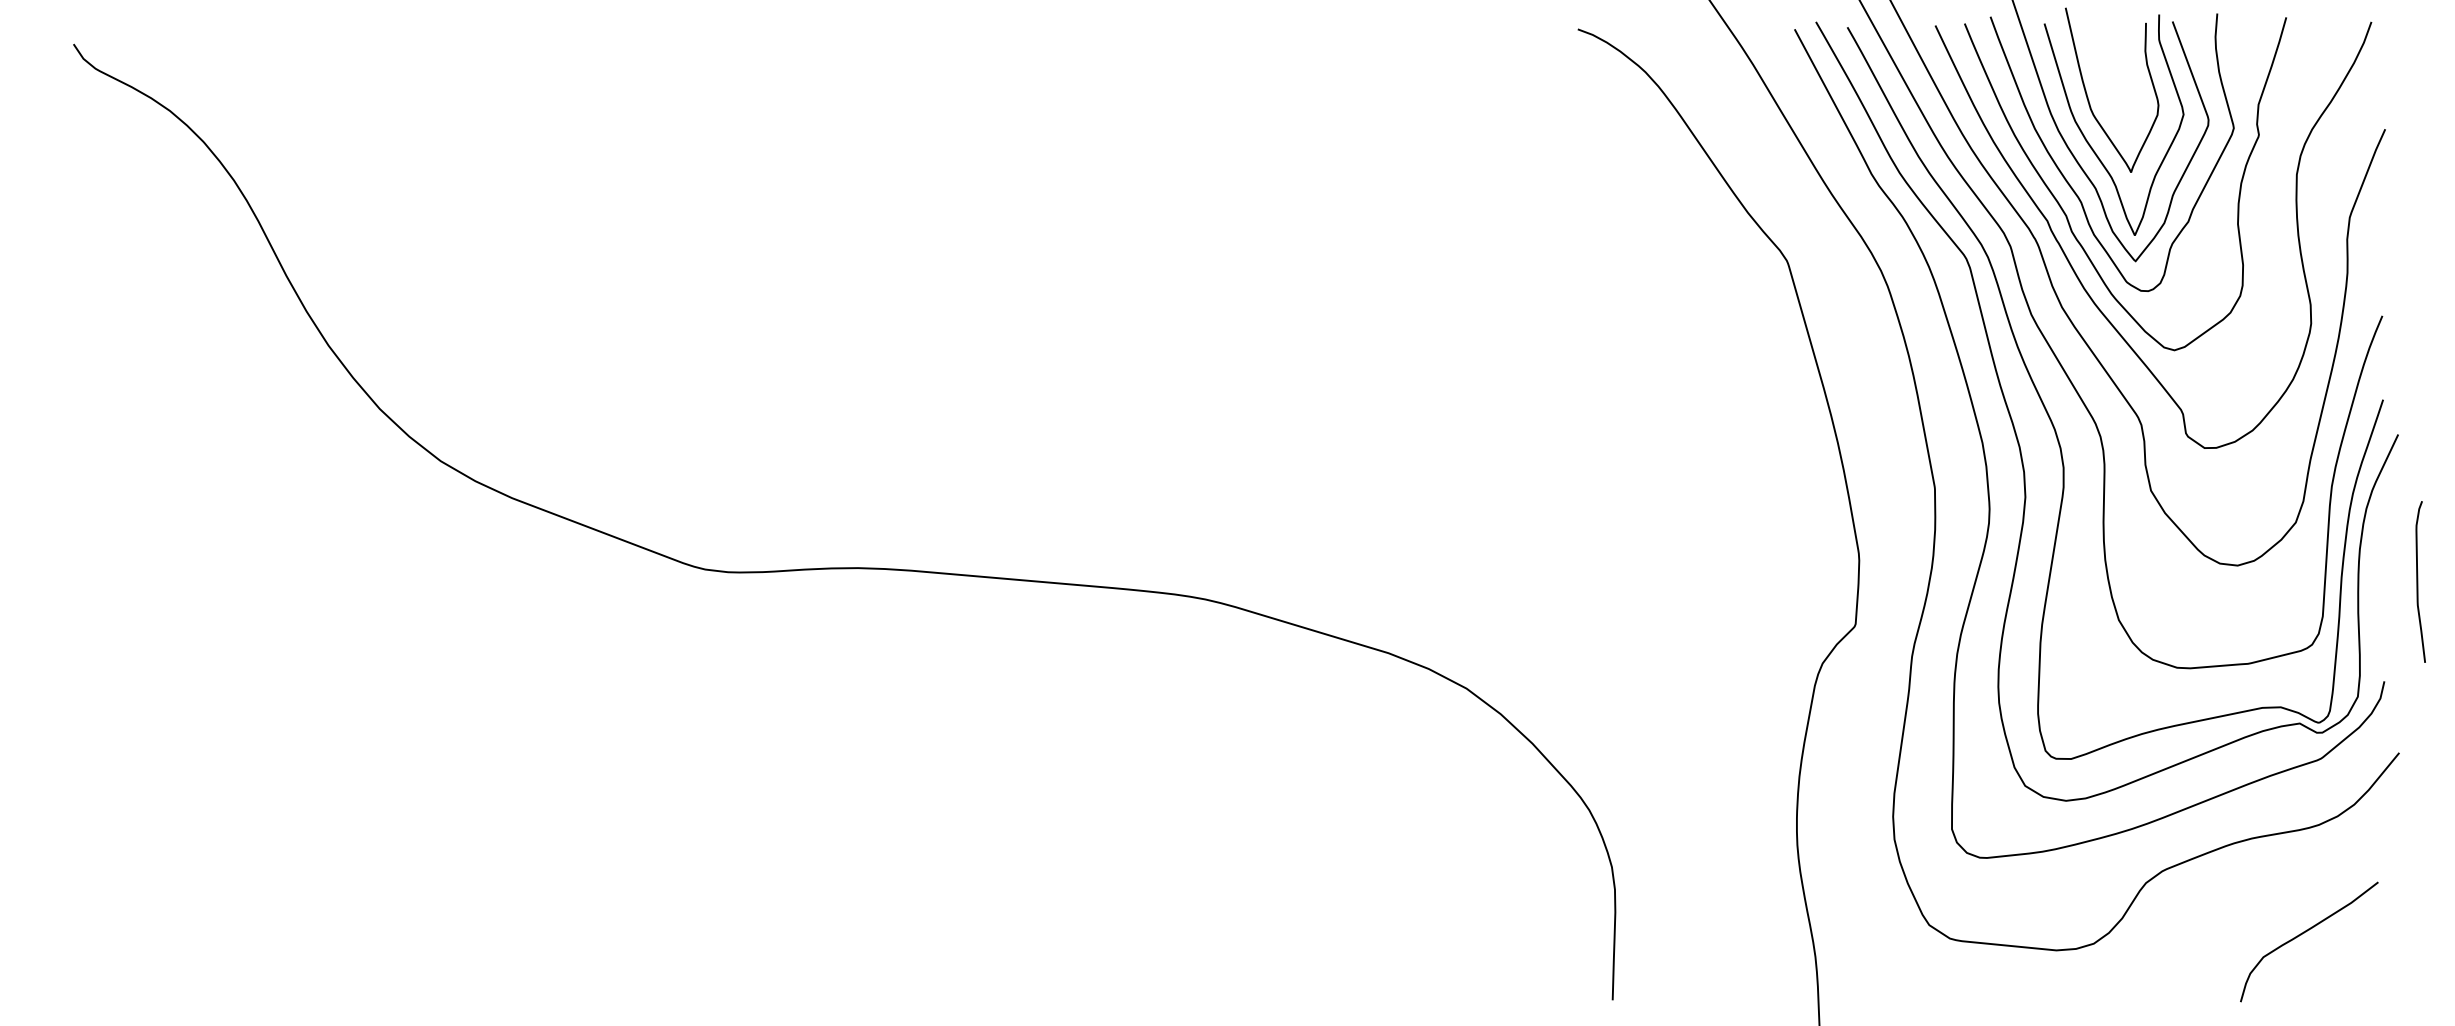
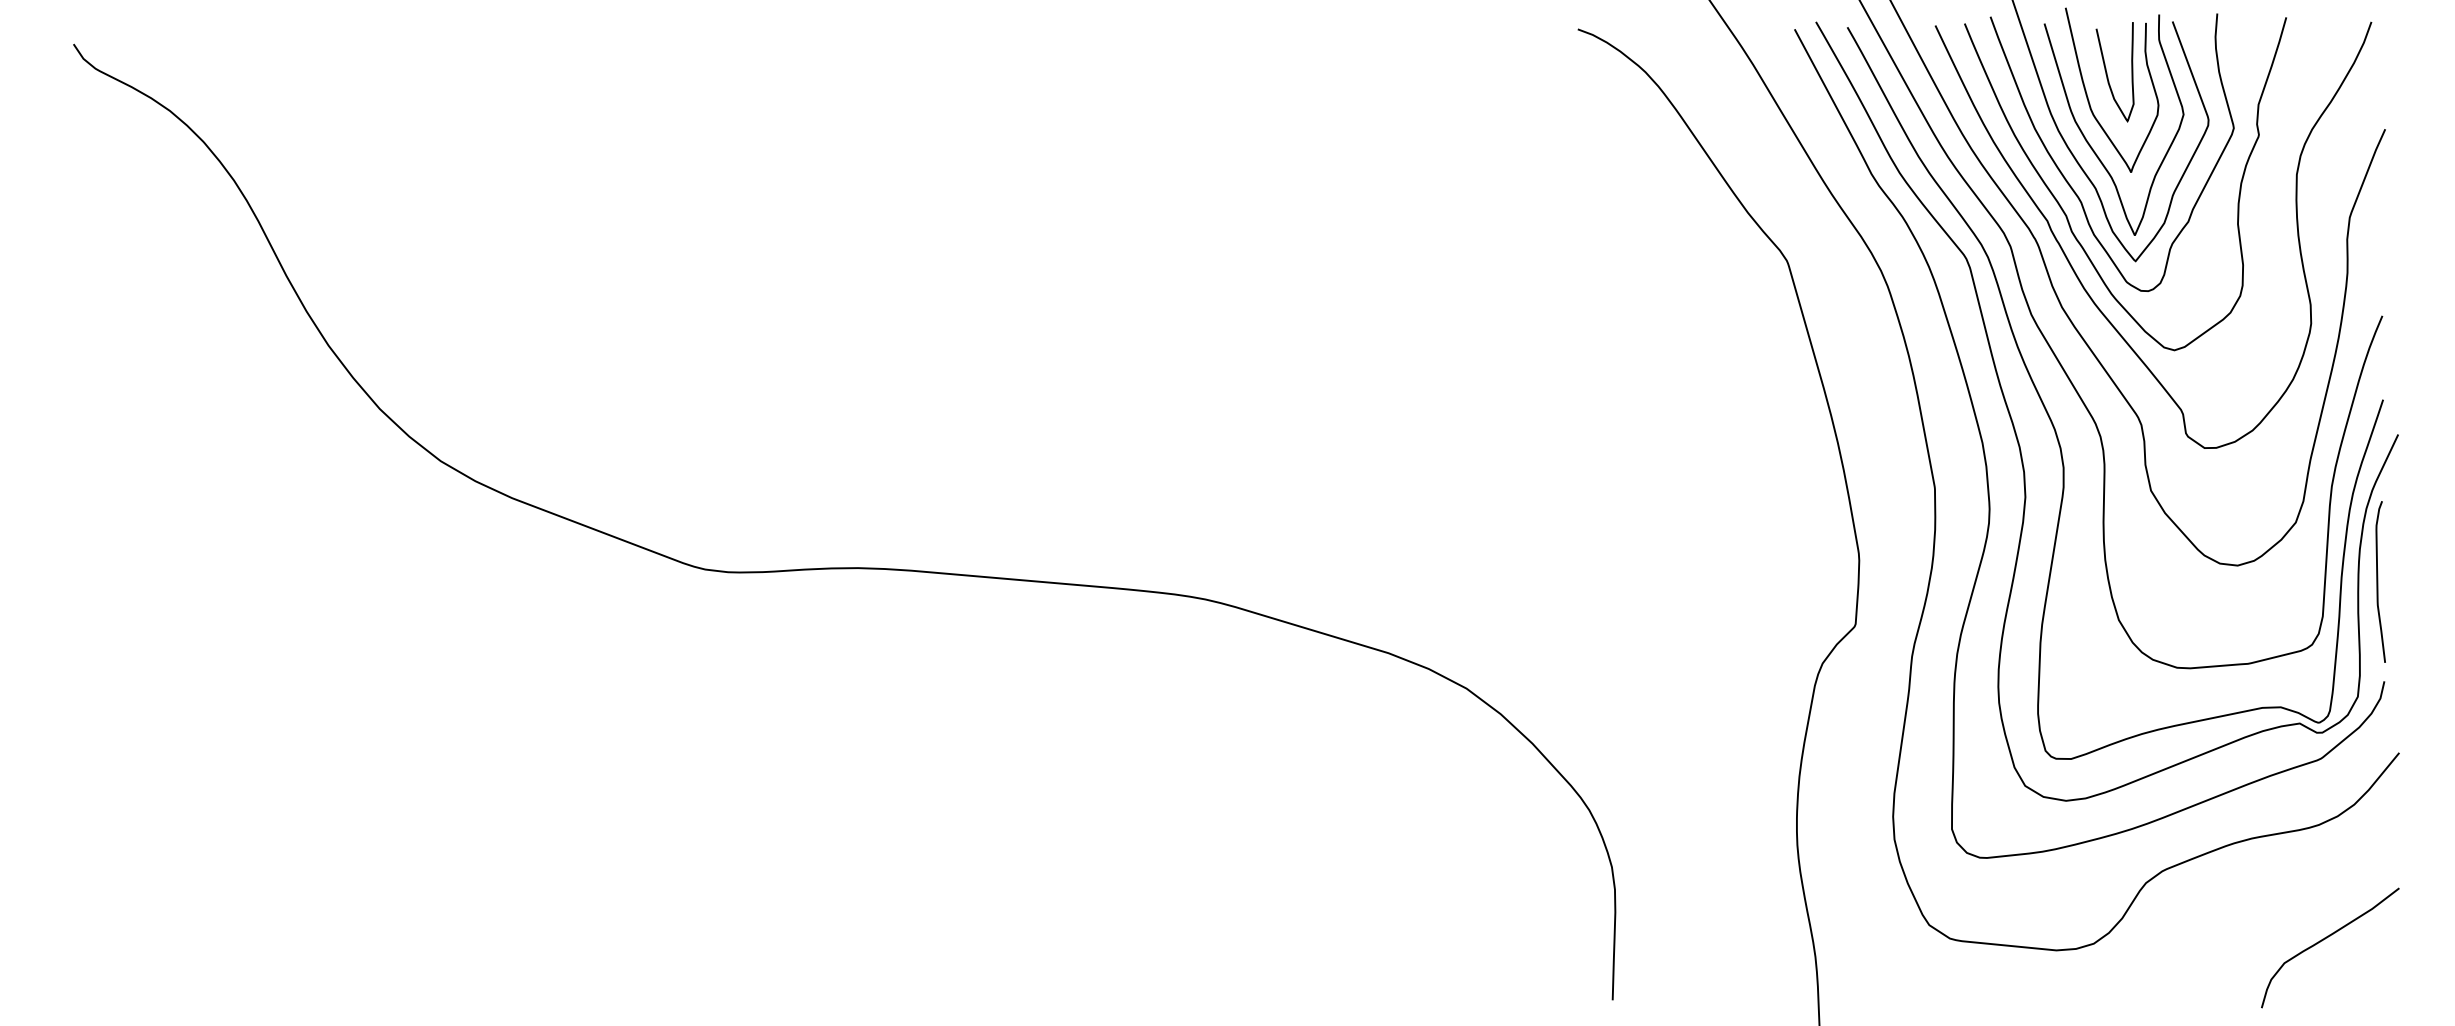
curve at (2107, 72): none -> present
curve at (2418, 581) position: (2418, 581) -> (2378, 581)
curve at (2304, 933) position: (2304, 933) -> (2325, 939)
